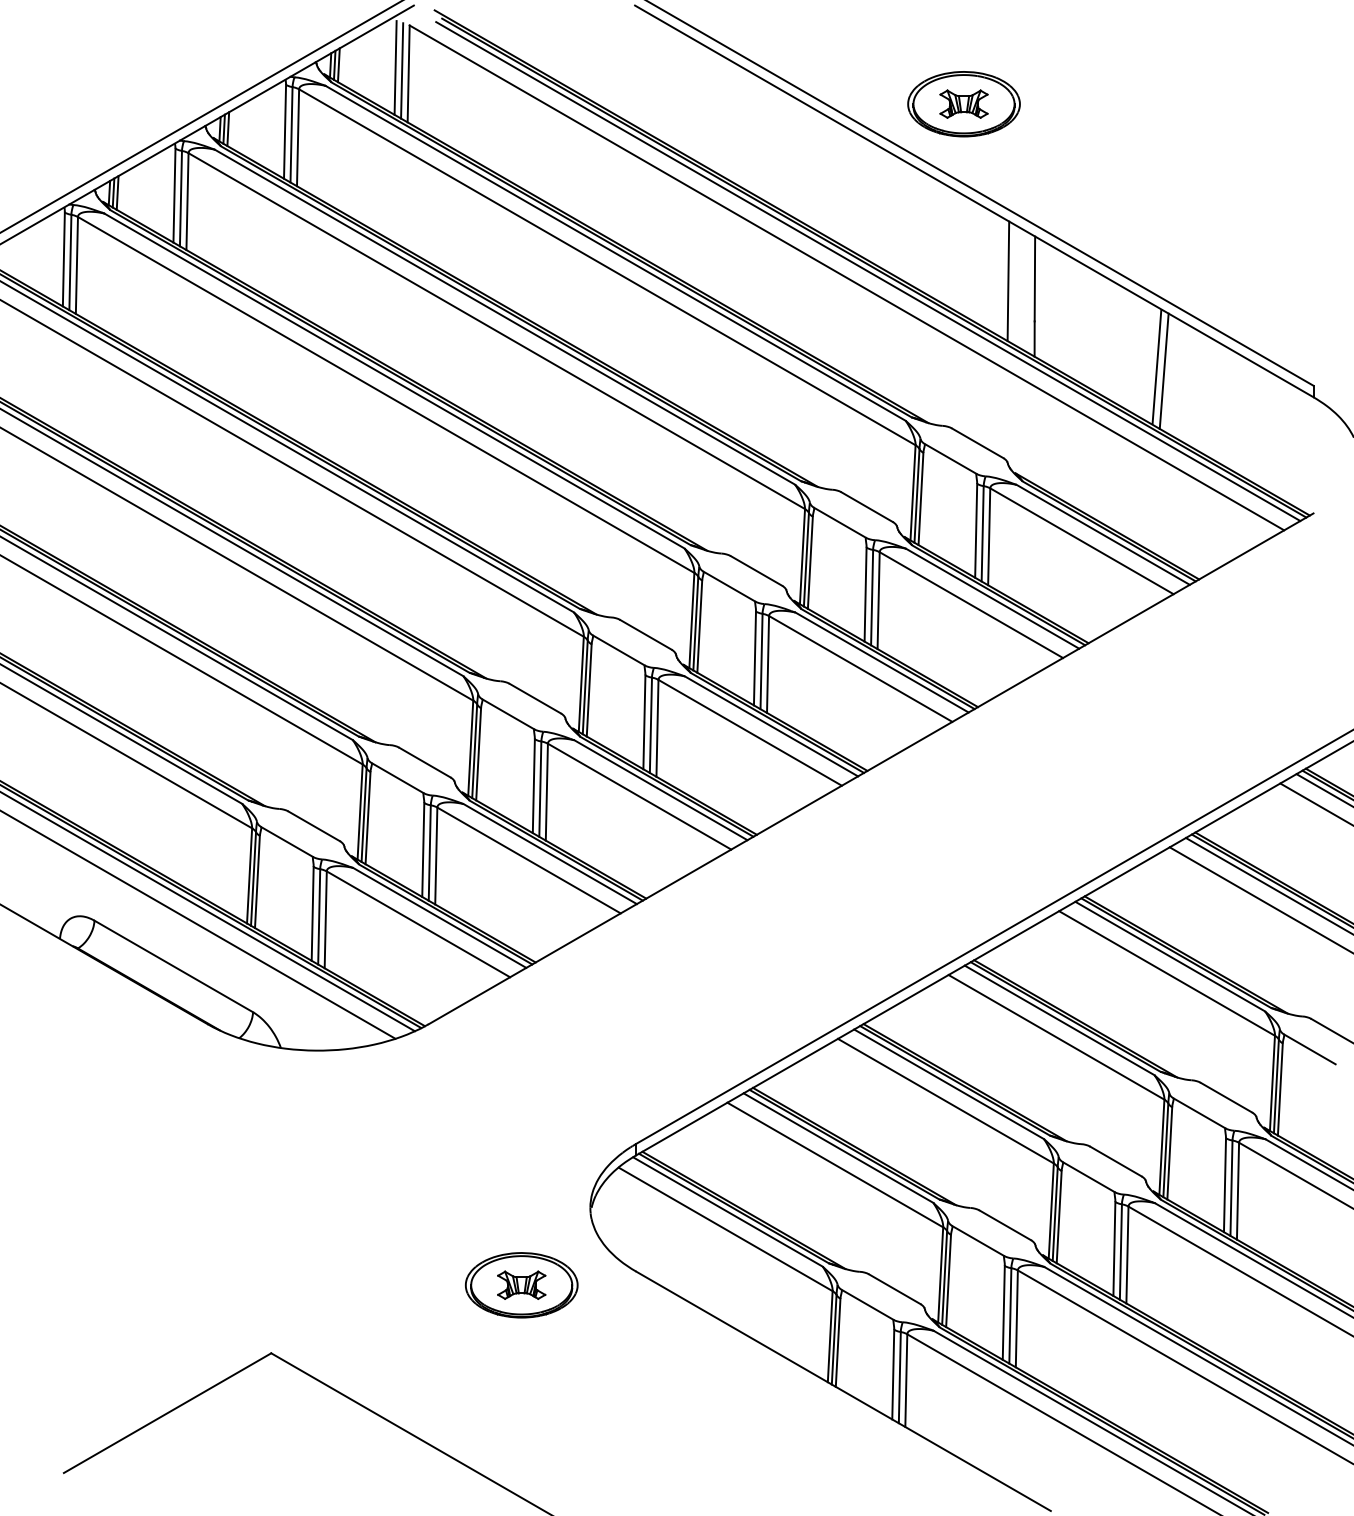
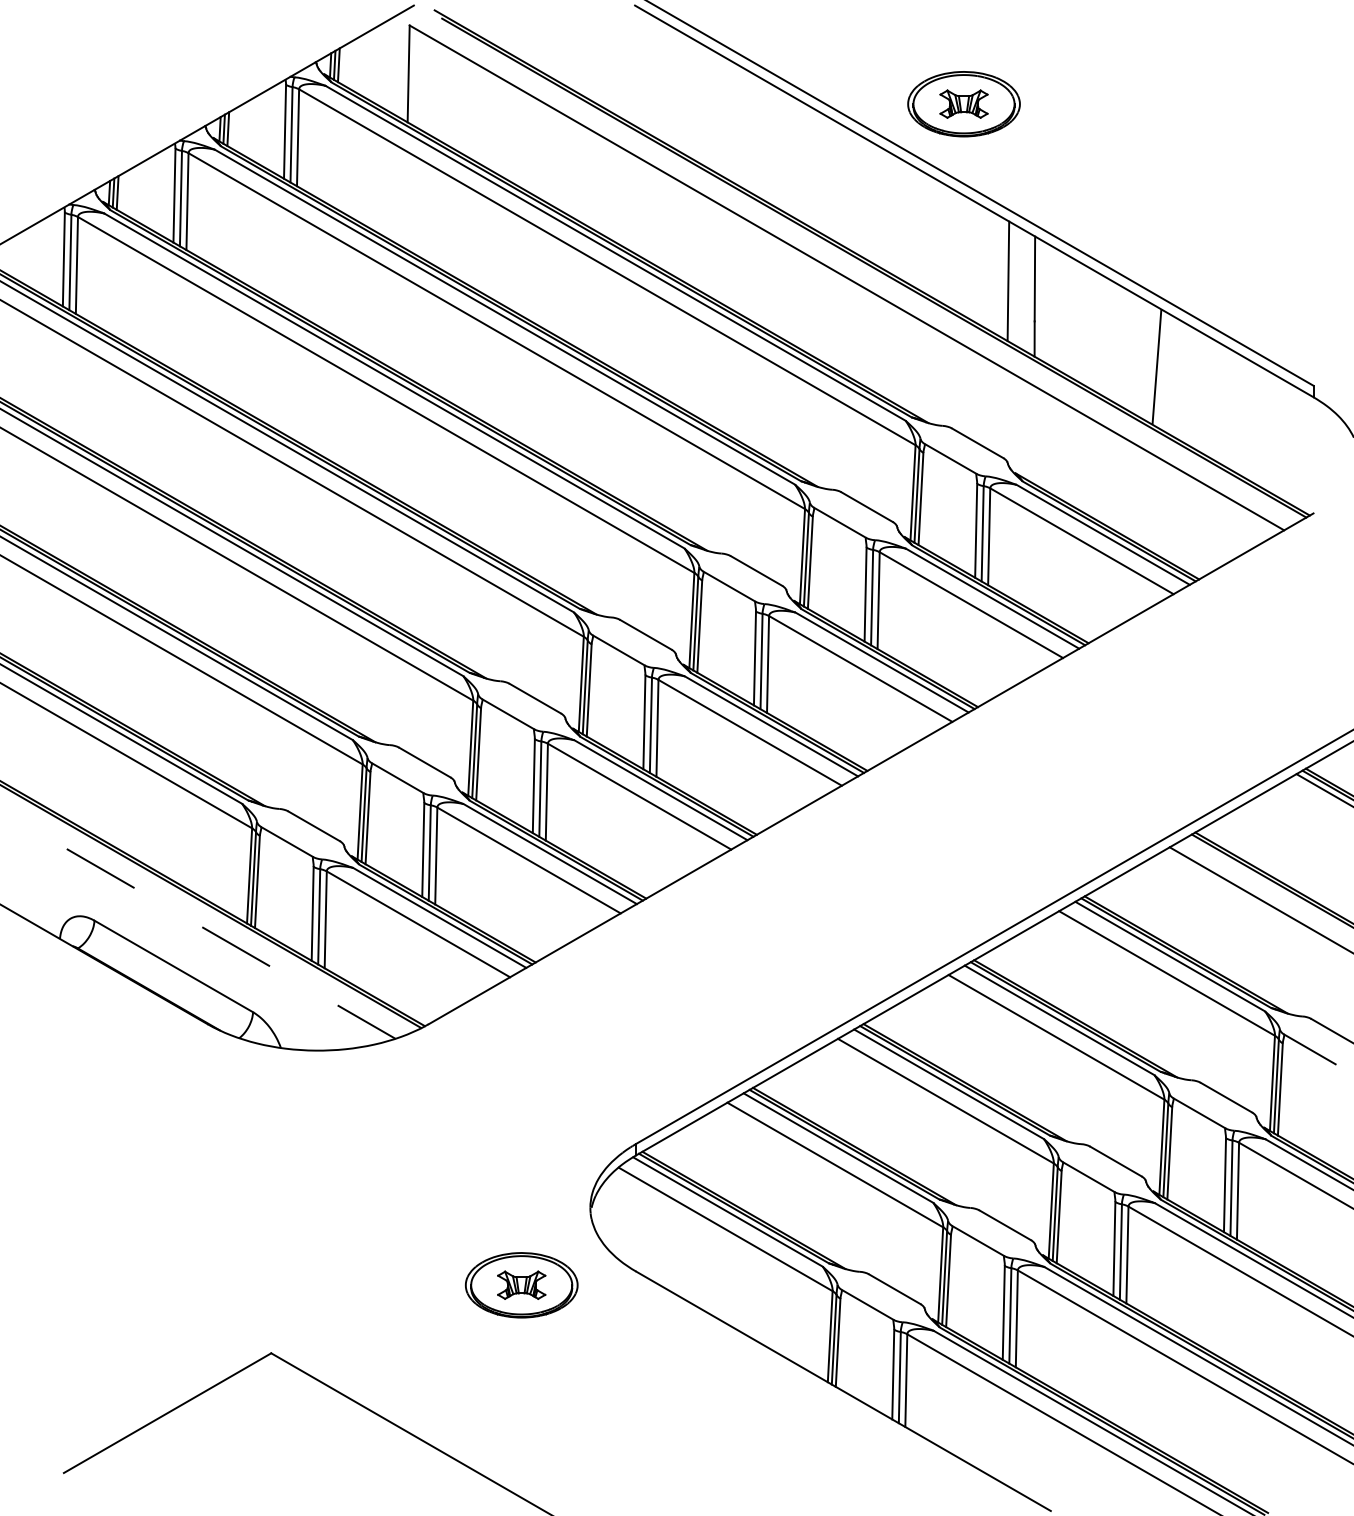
line at (395, 67): present -> none
line at (402, 70): present -> none
line at (201, 116): present -> none
line at (868, 271): present -> none
line at (1163, 370): present -> none
line at (1315, 803): present -> none
line at (1267, 885): present -> none
line at (208, 912): present -> none
line at (198, 924): solid -> dashed
